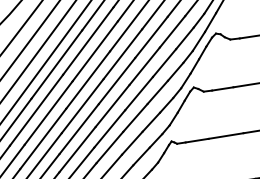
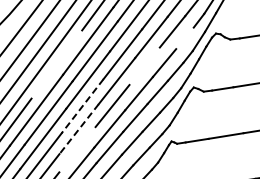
line at (184, 38): present -> none
line at (56, 64): present -> none
line at (144, 65): present -> none
line at (82, 106): solid -> dashed
line at (79, 129): solid -> dashed
line at (77, 149): present -> none
